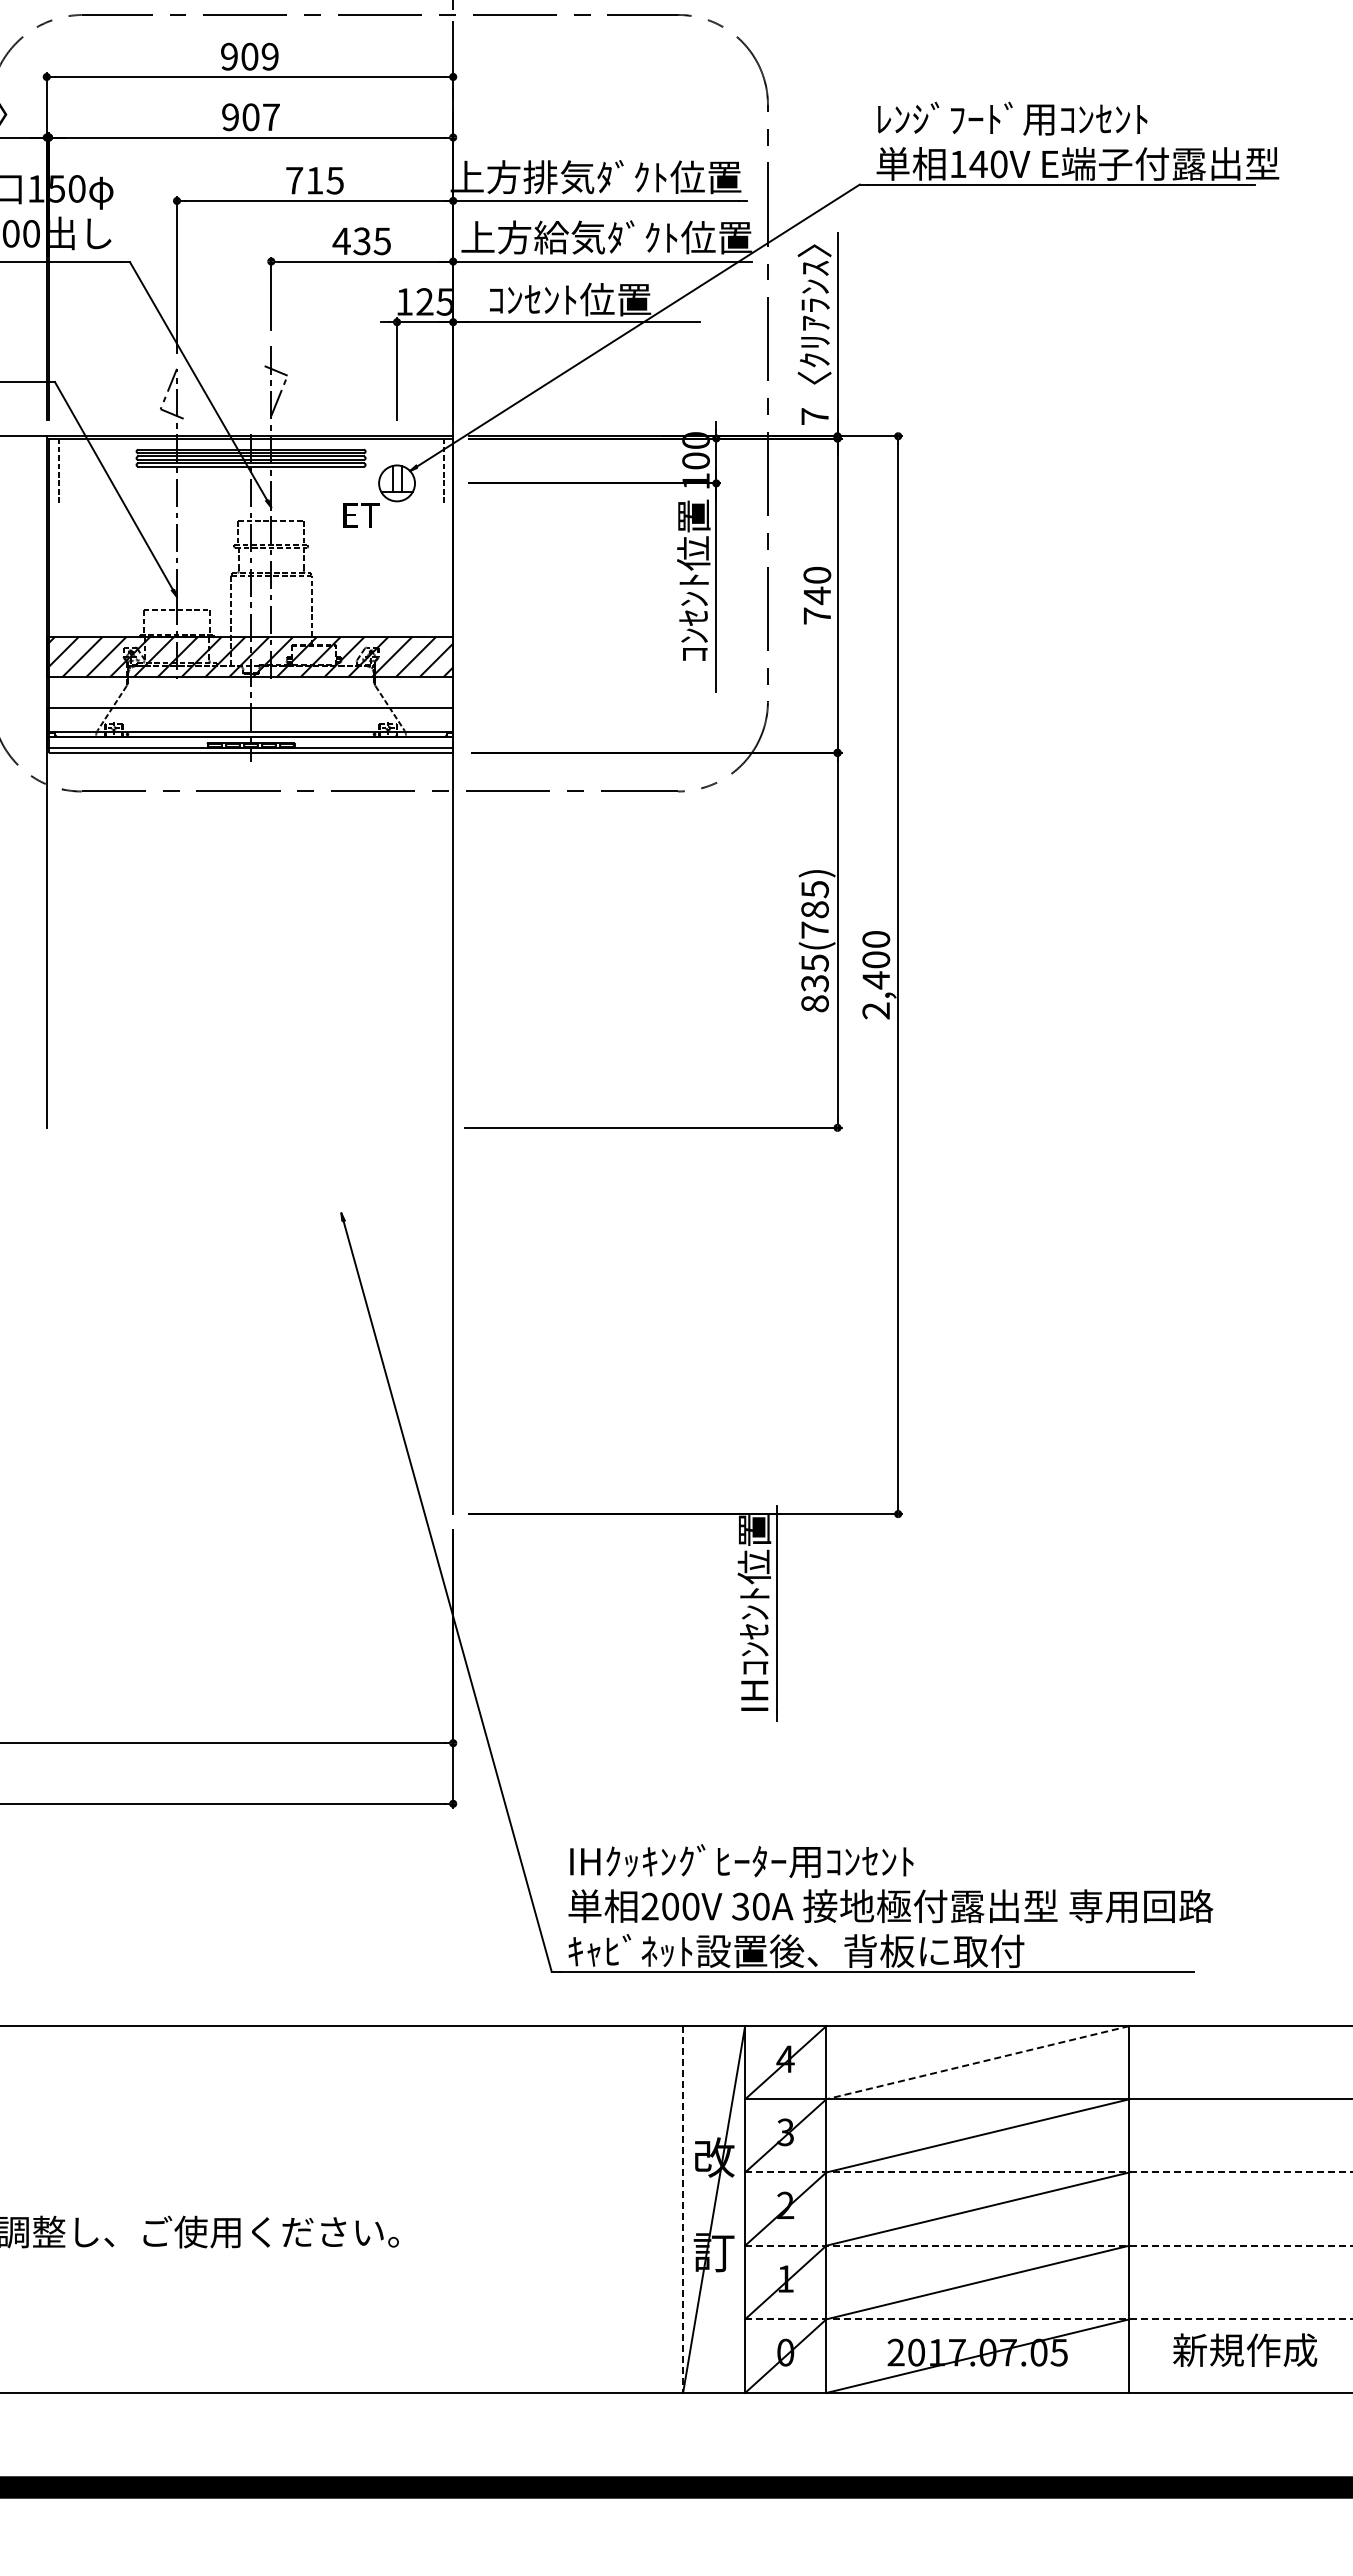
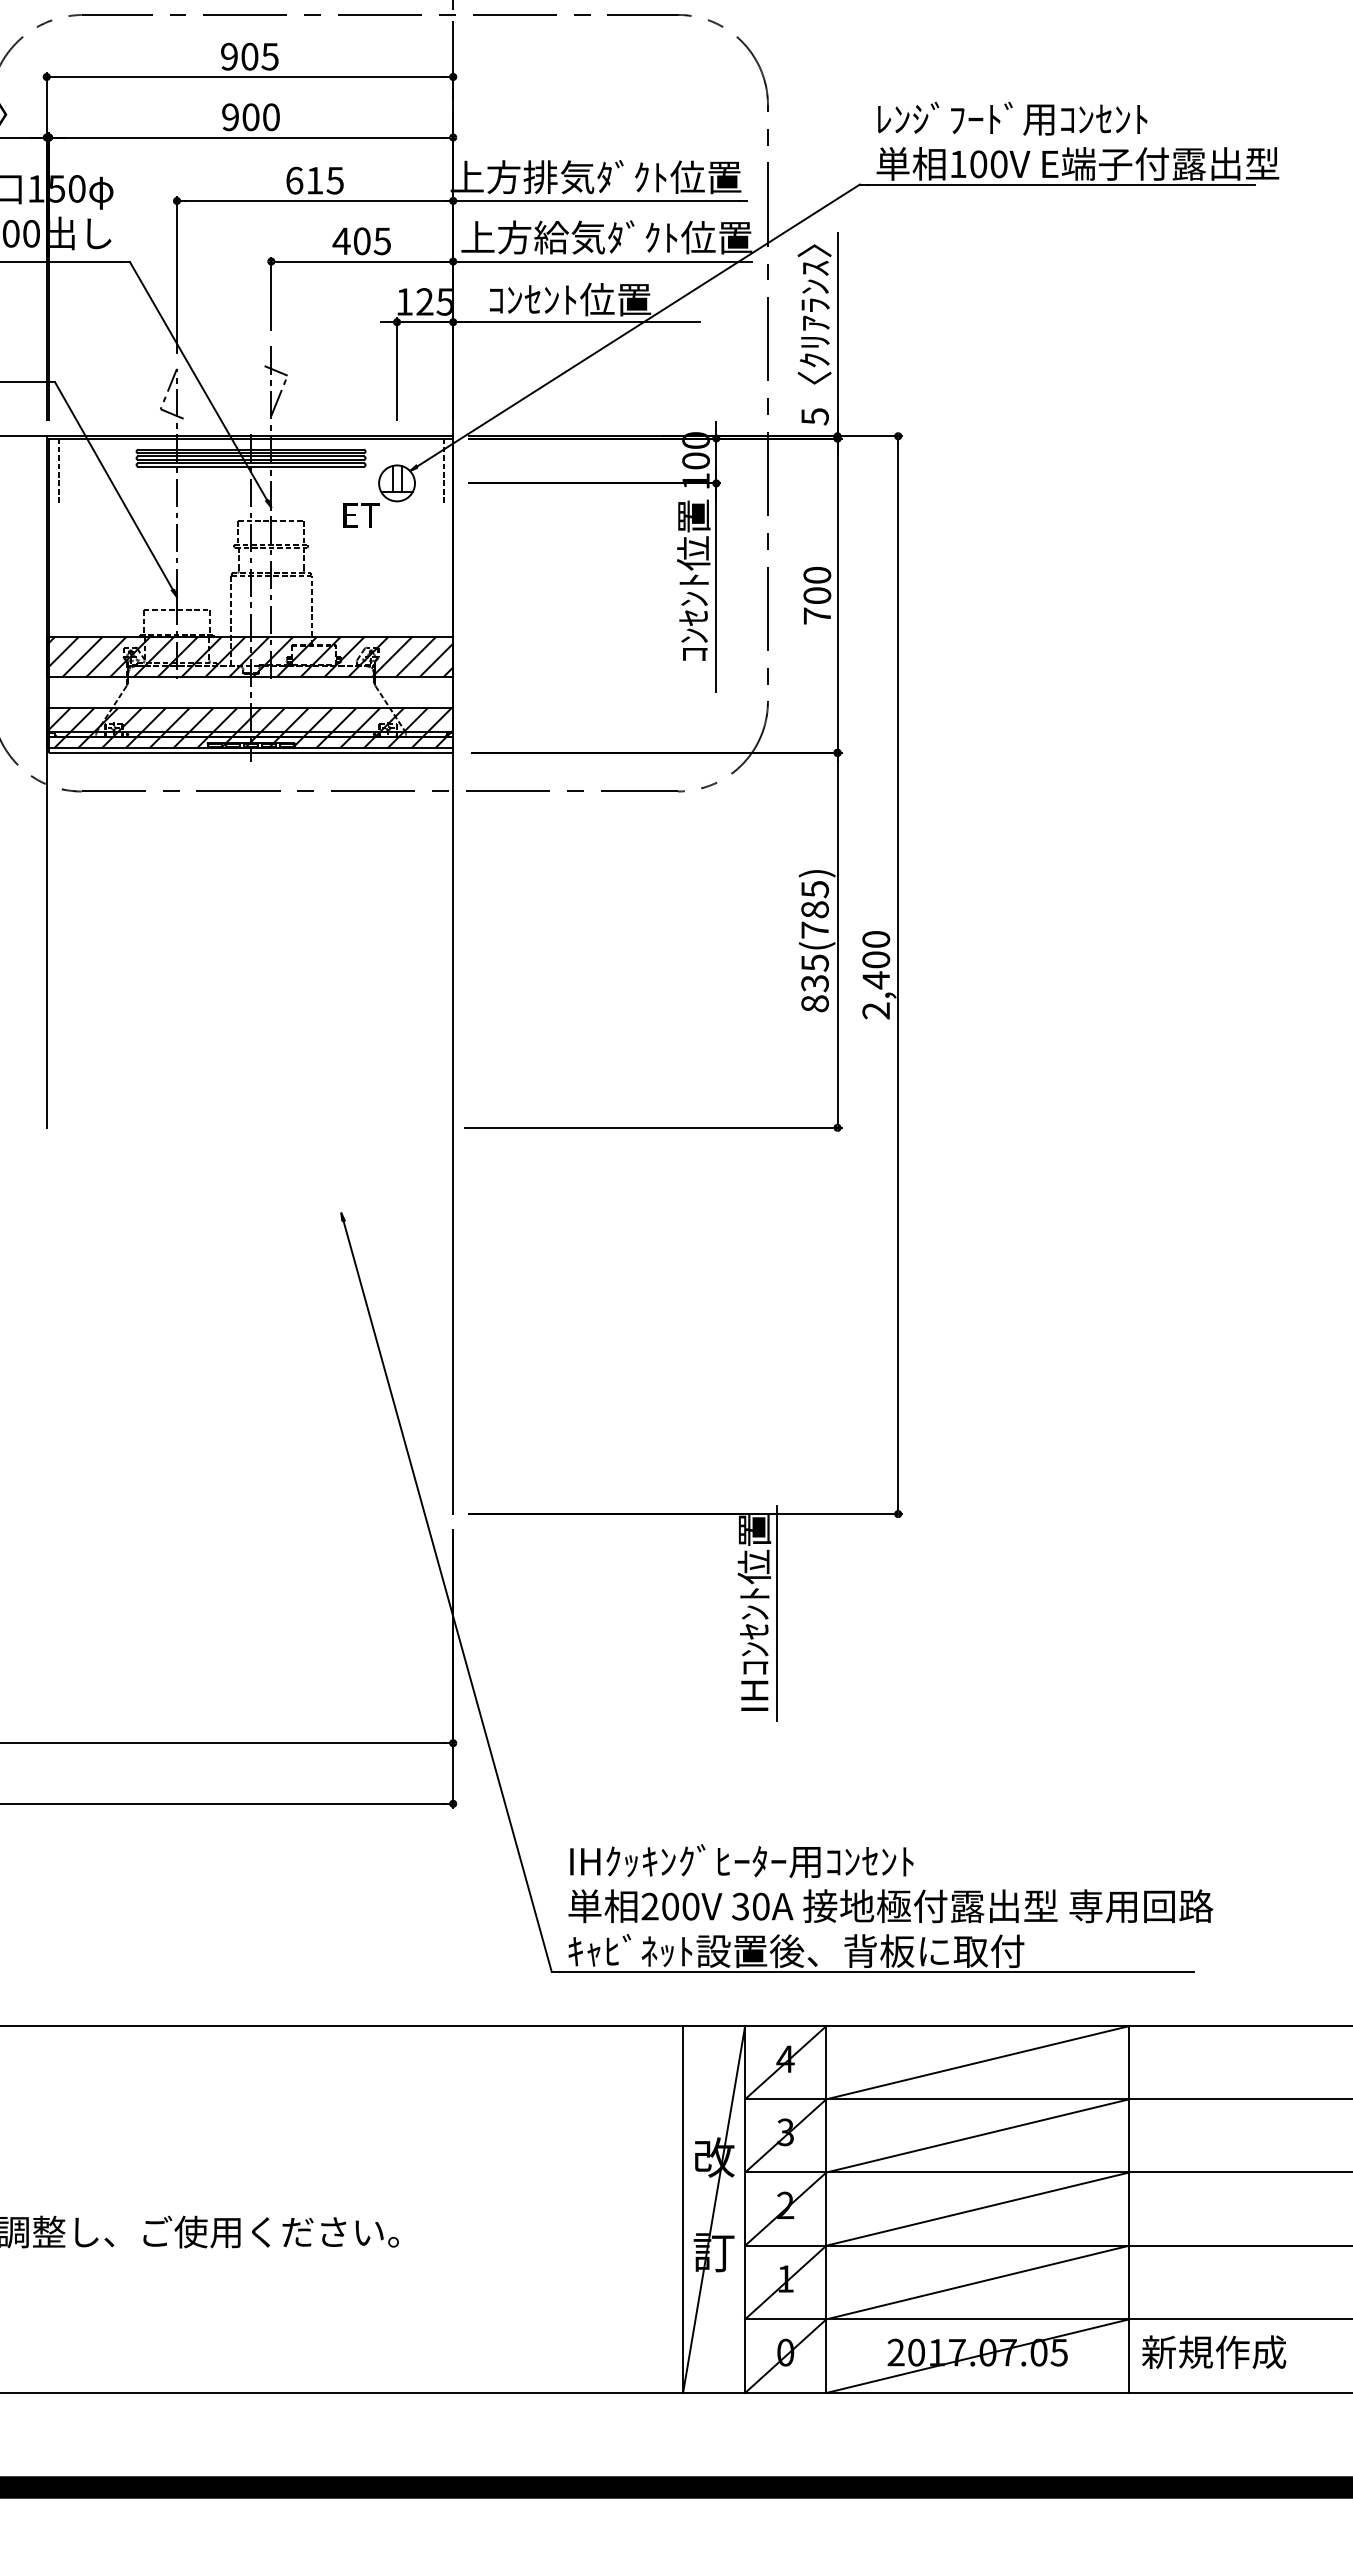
text at (269, 56): 909 -> 905
text at (271, 117): 907 -> 900
text at (978, 164): 140V -> 100V
text at (294, 180): 715 -> 615
text at (361, 241): 435 -> 405
text at (814, 416): 7 -> 5
text at (817, 595): 740 -> 700
hatch at (250, 727): none -> present
line at (977, 2062): dashed -> solid
line at (1049, 2172): dashed -> solid
line at (683, 2210): dashed -> solid
line at (1049, 2245): dashed -> solid
line at (1049, 2319): dashed -> solid
text at (1245, 2349) position: (1245, 2349) -> (1214, 2351)
